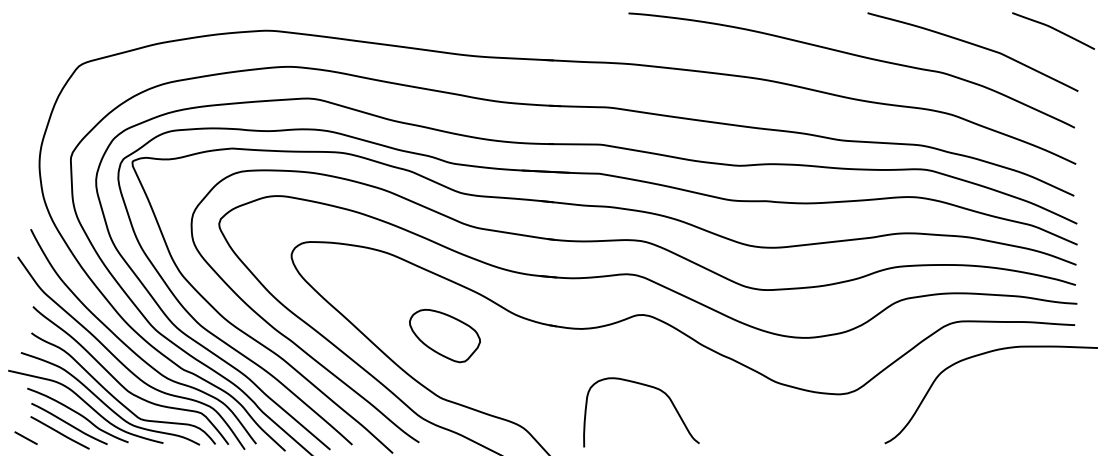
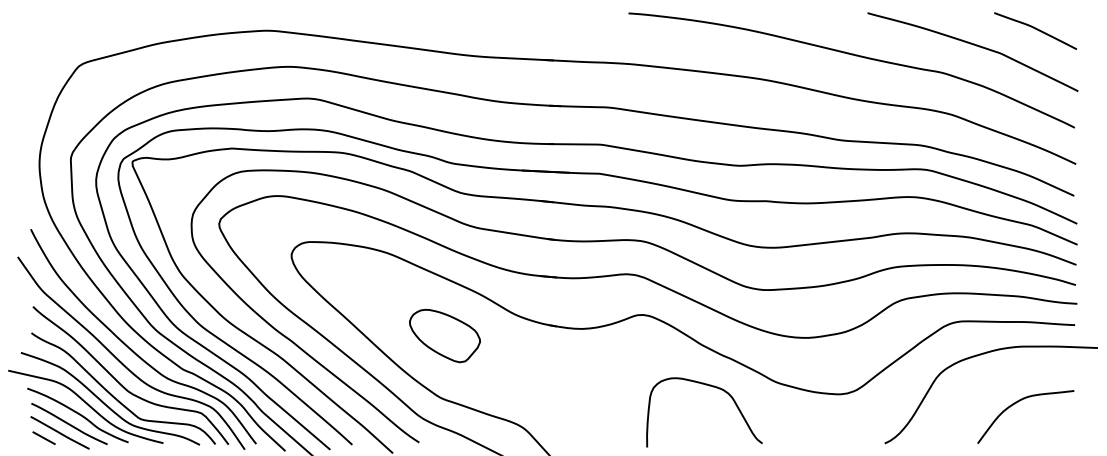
curve at (1053, 29) position: (1053, 29) -> (1035, 29)
curve at (649, 387) position: (649, 387) -> (712, 387)
curve at (1018, 402): none -> present
line at (25, 437) position: (25, 437) -> (43, 437)
